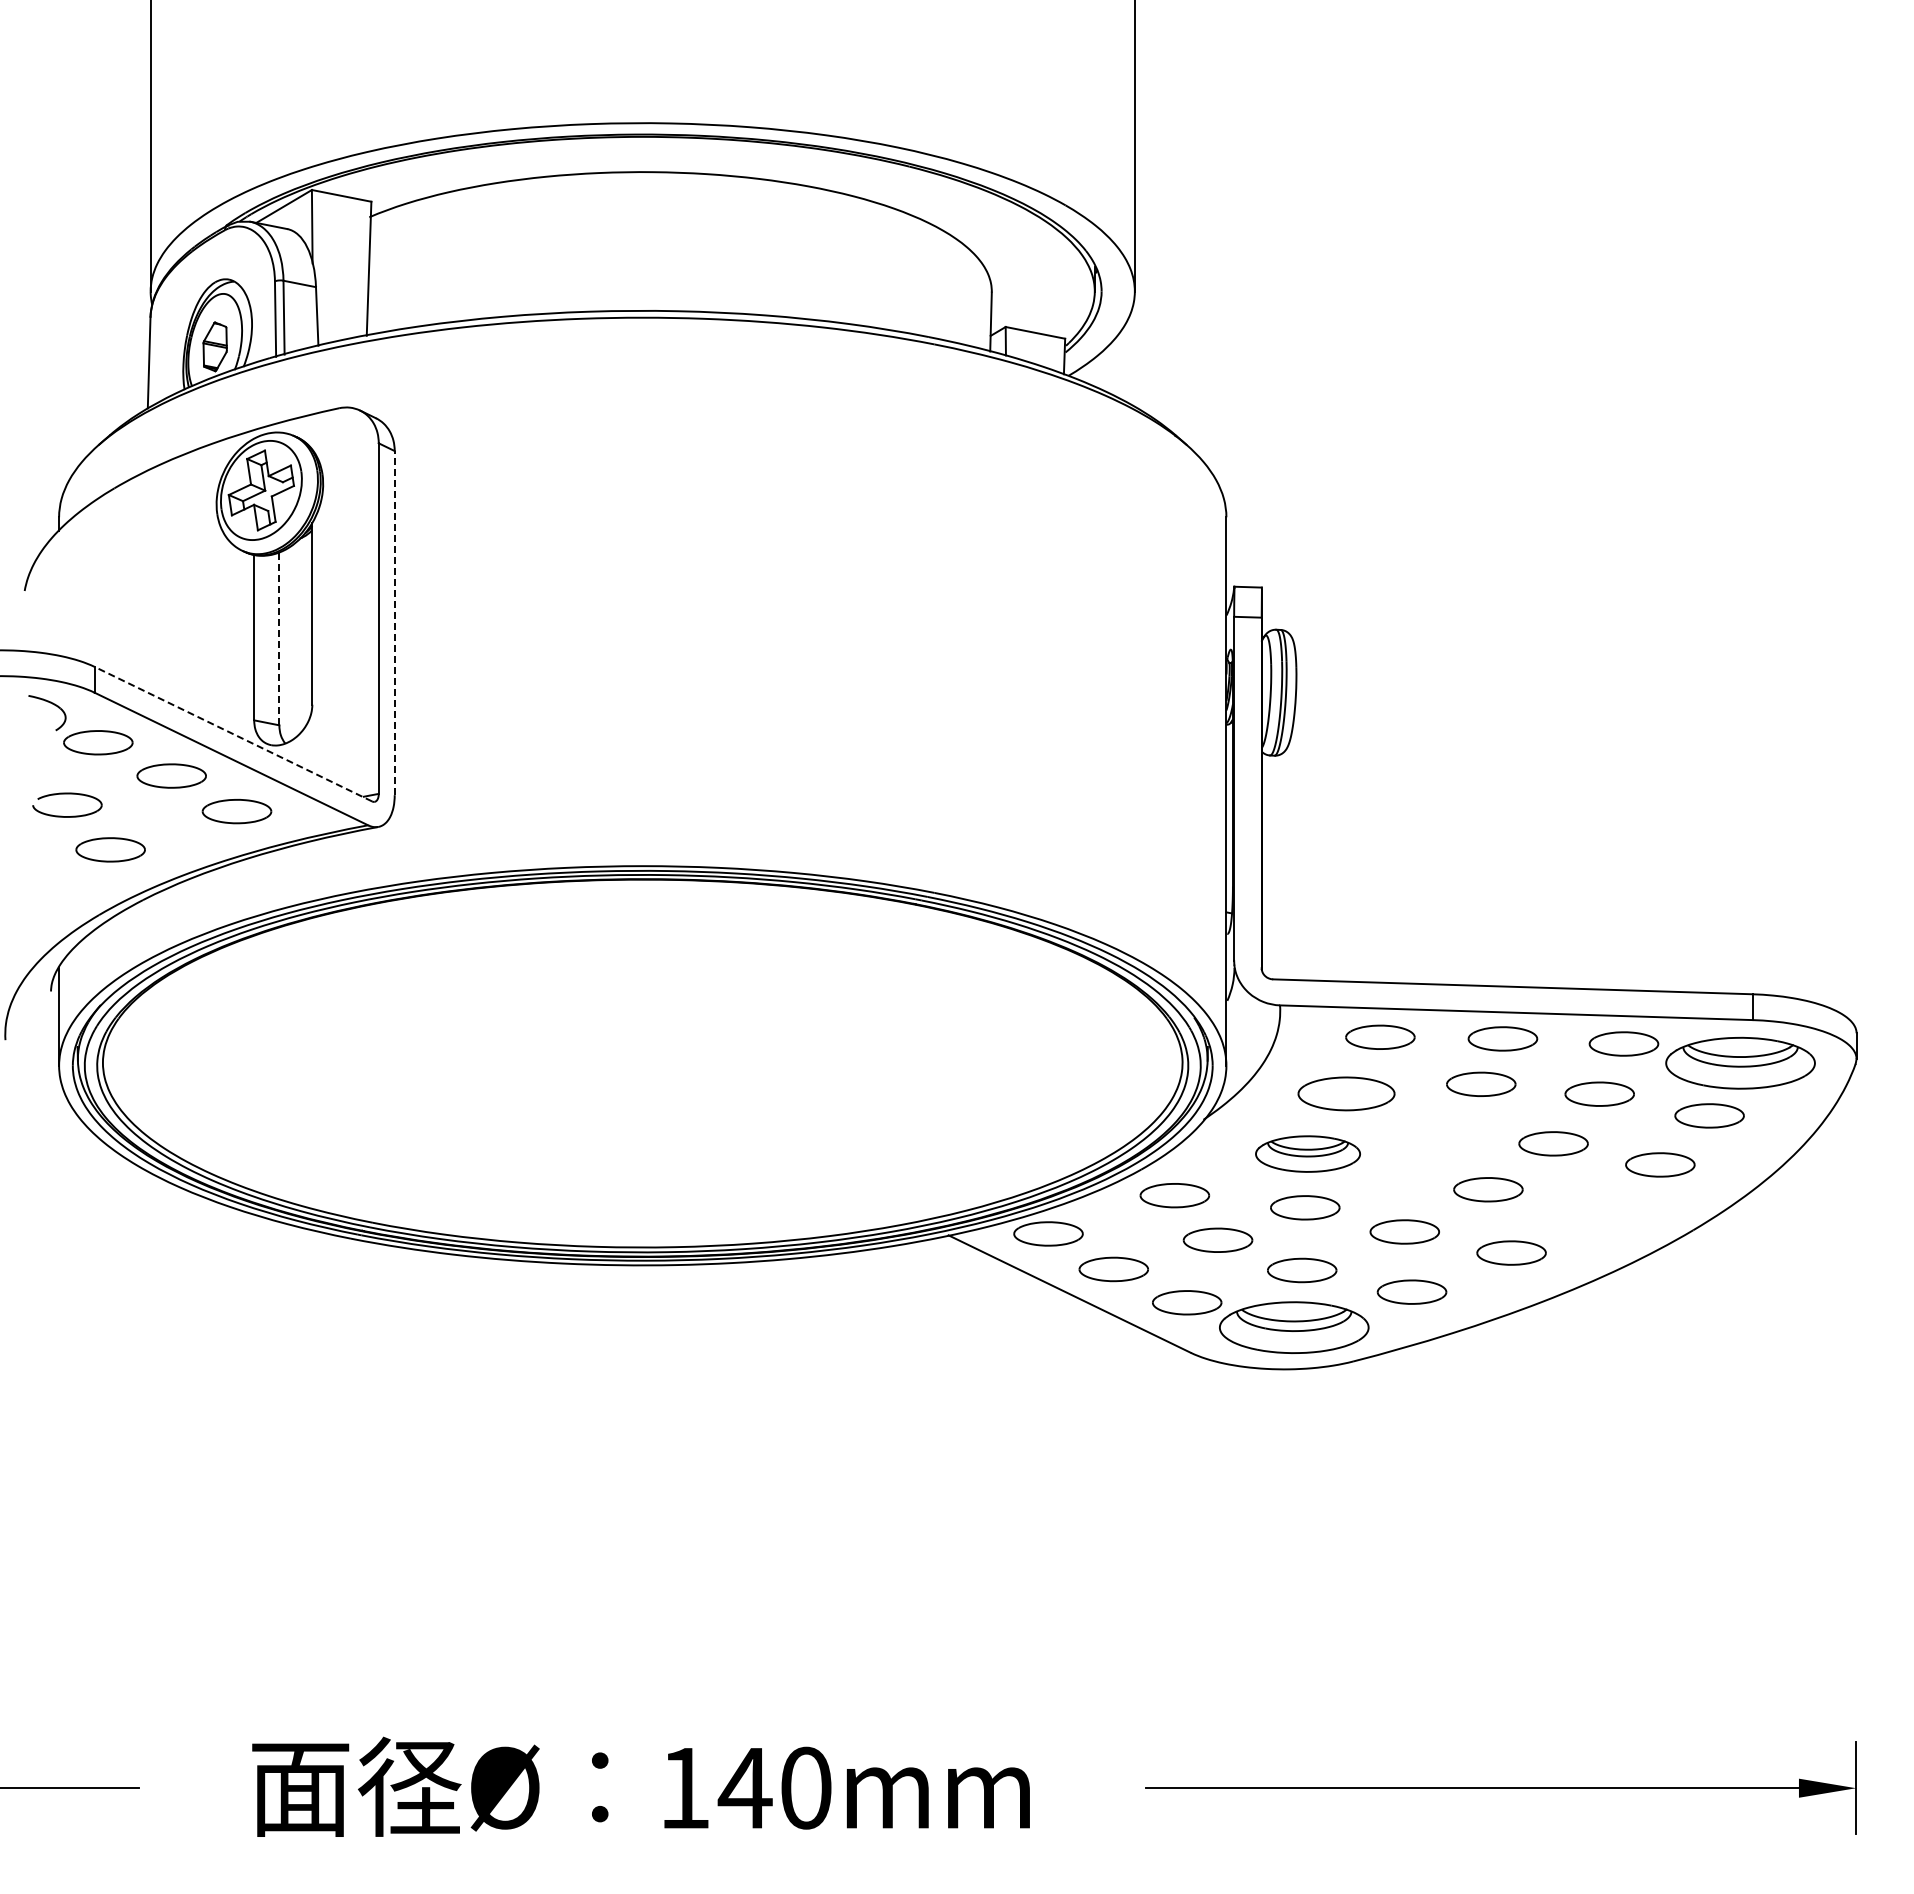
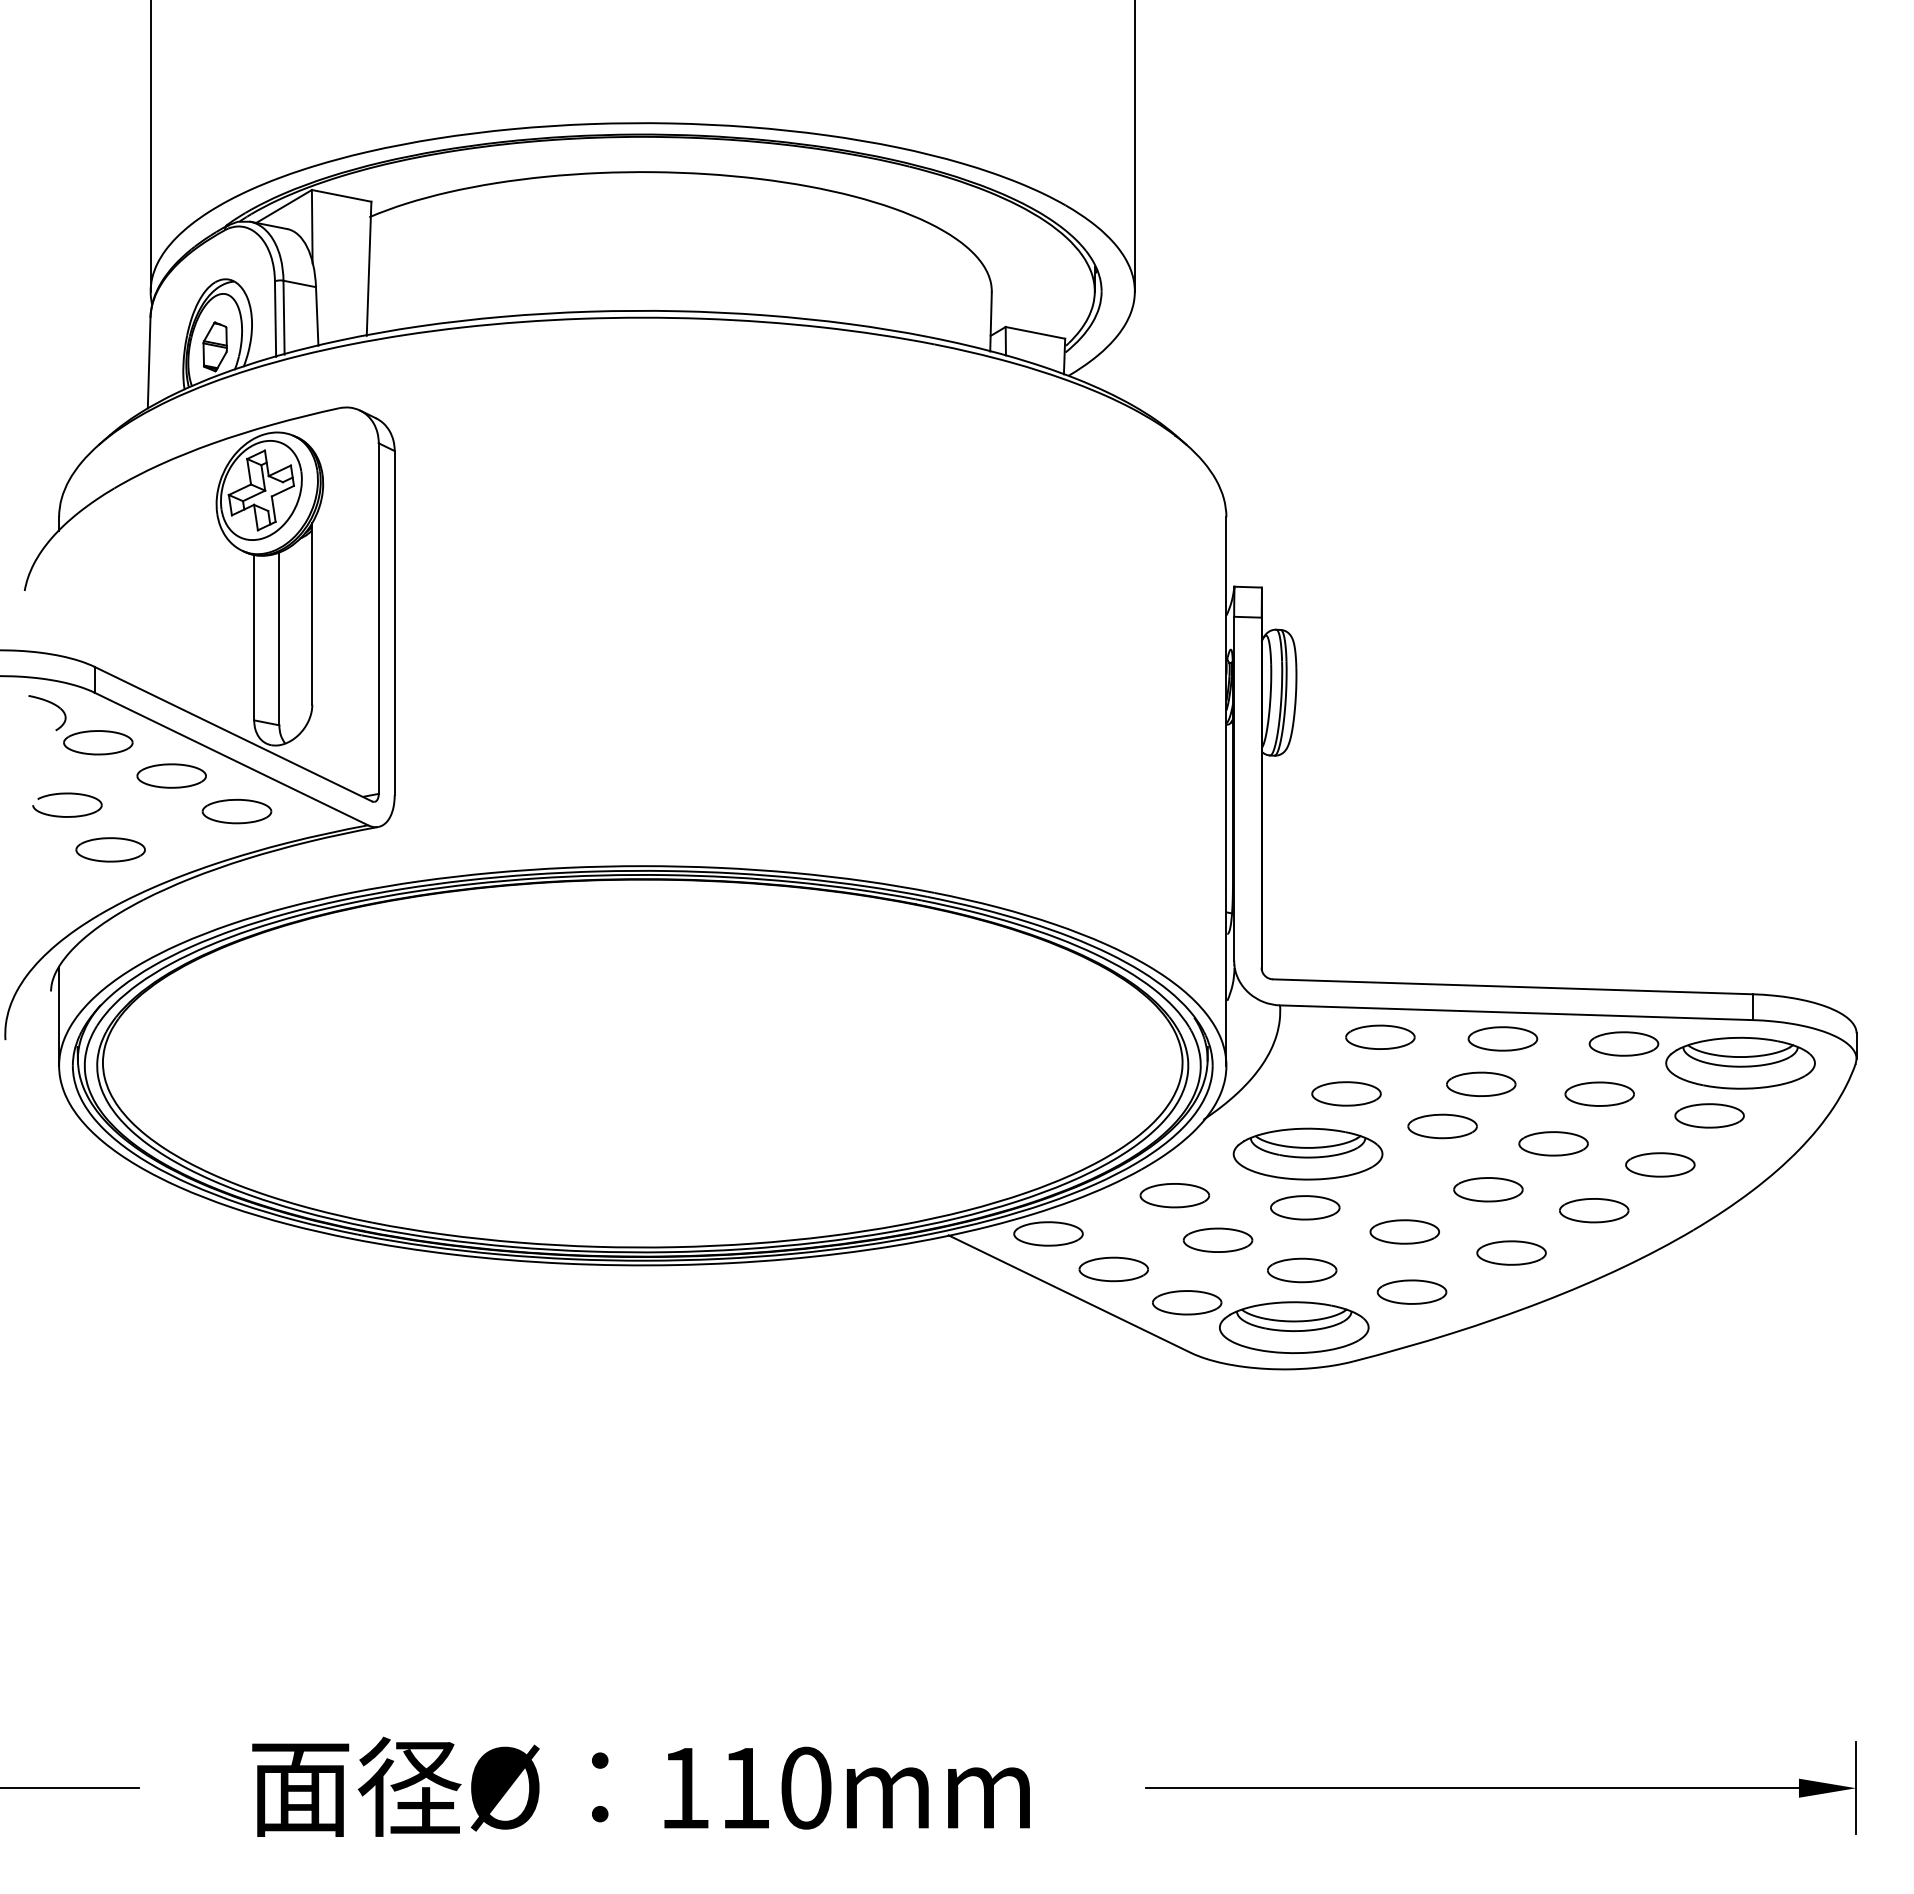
line at (394, 622): dashed -> solid
line at (279, 638): dashed -> solid
line at (232, 733): dashed -> solid
part at (1346, 1093) size: 99x36 px -> 71x26 px
part at (1442, 1126): none -> present
part at (1307, 1153) size: 106x38 px -> 152x54 px
part at (1594, 1210): none -> present
text at (744, 1788): 140mm -> 110mm
